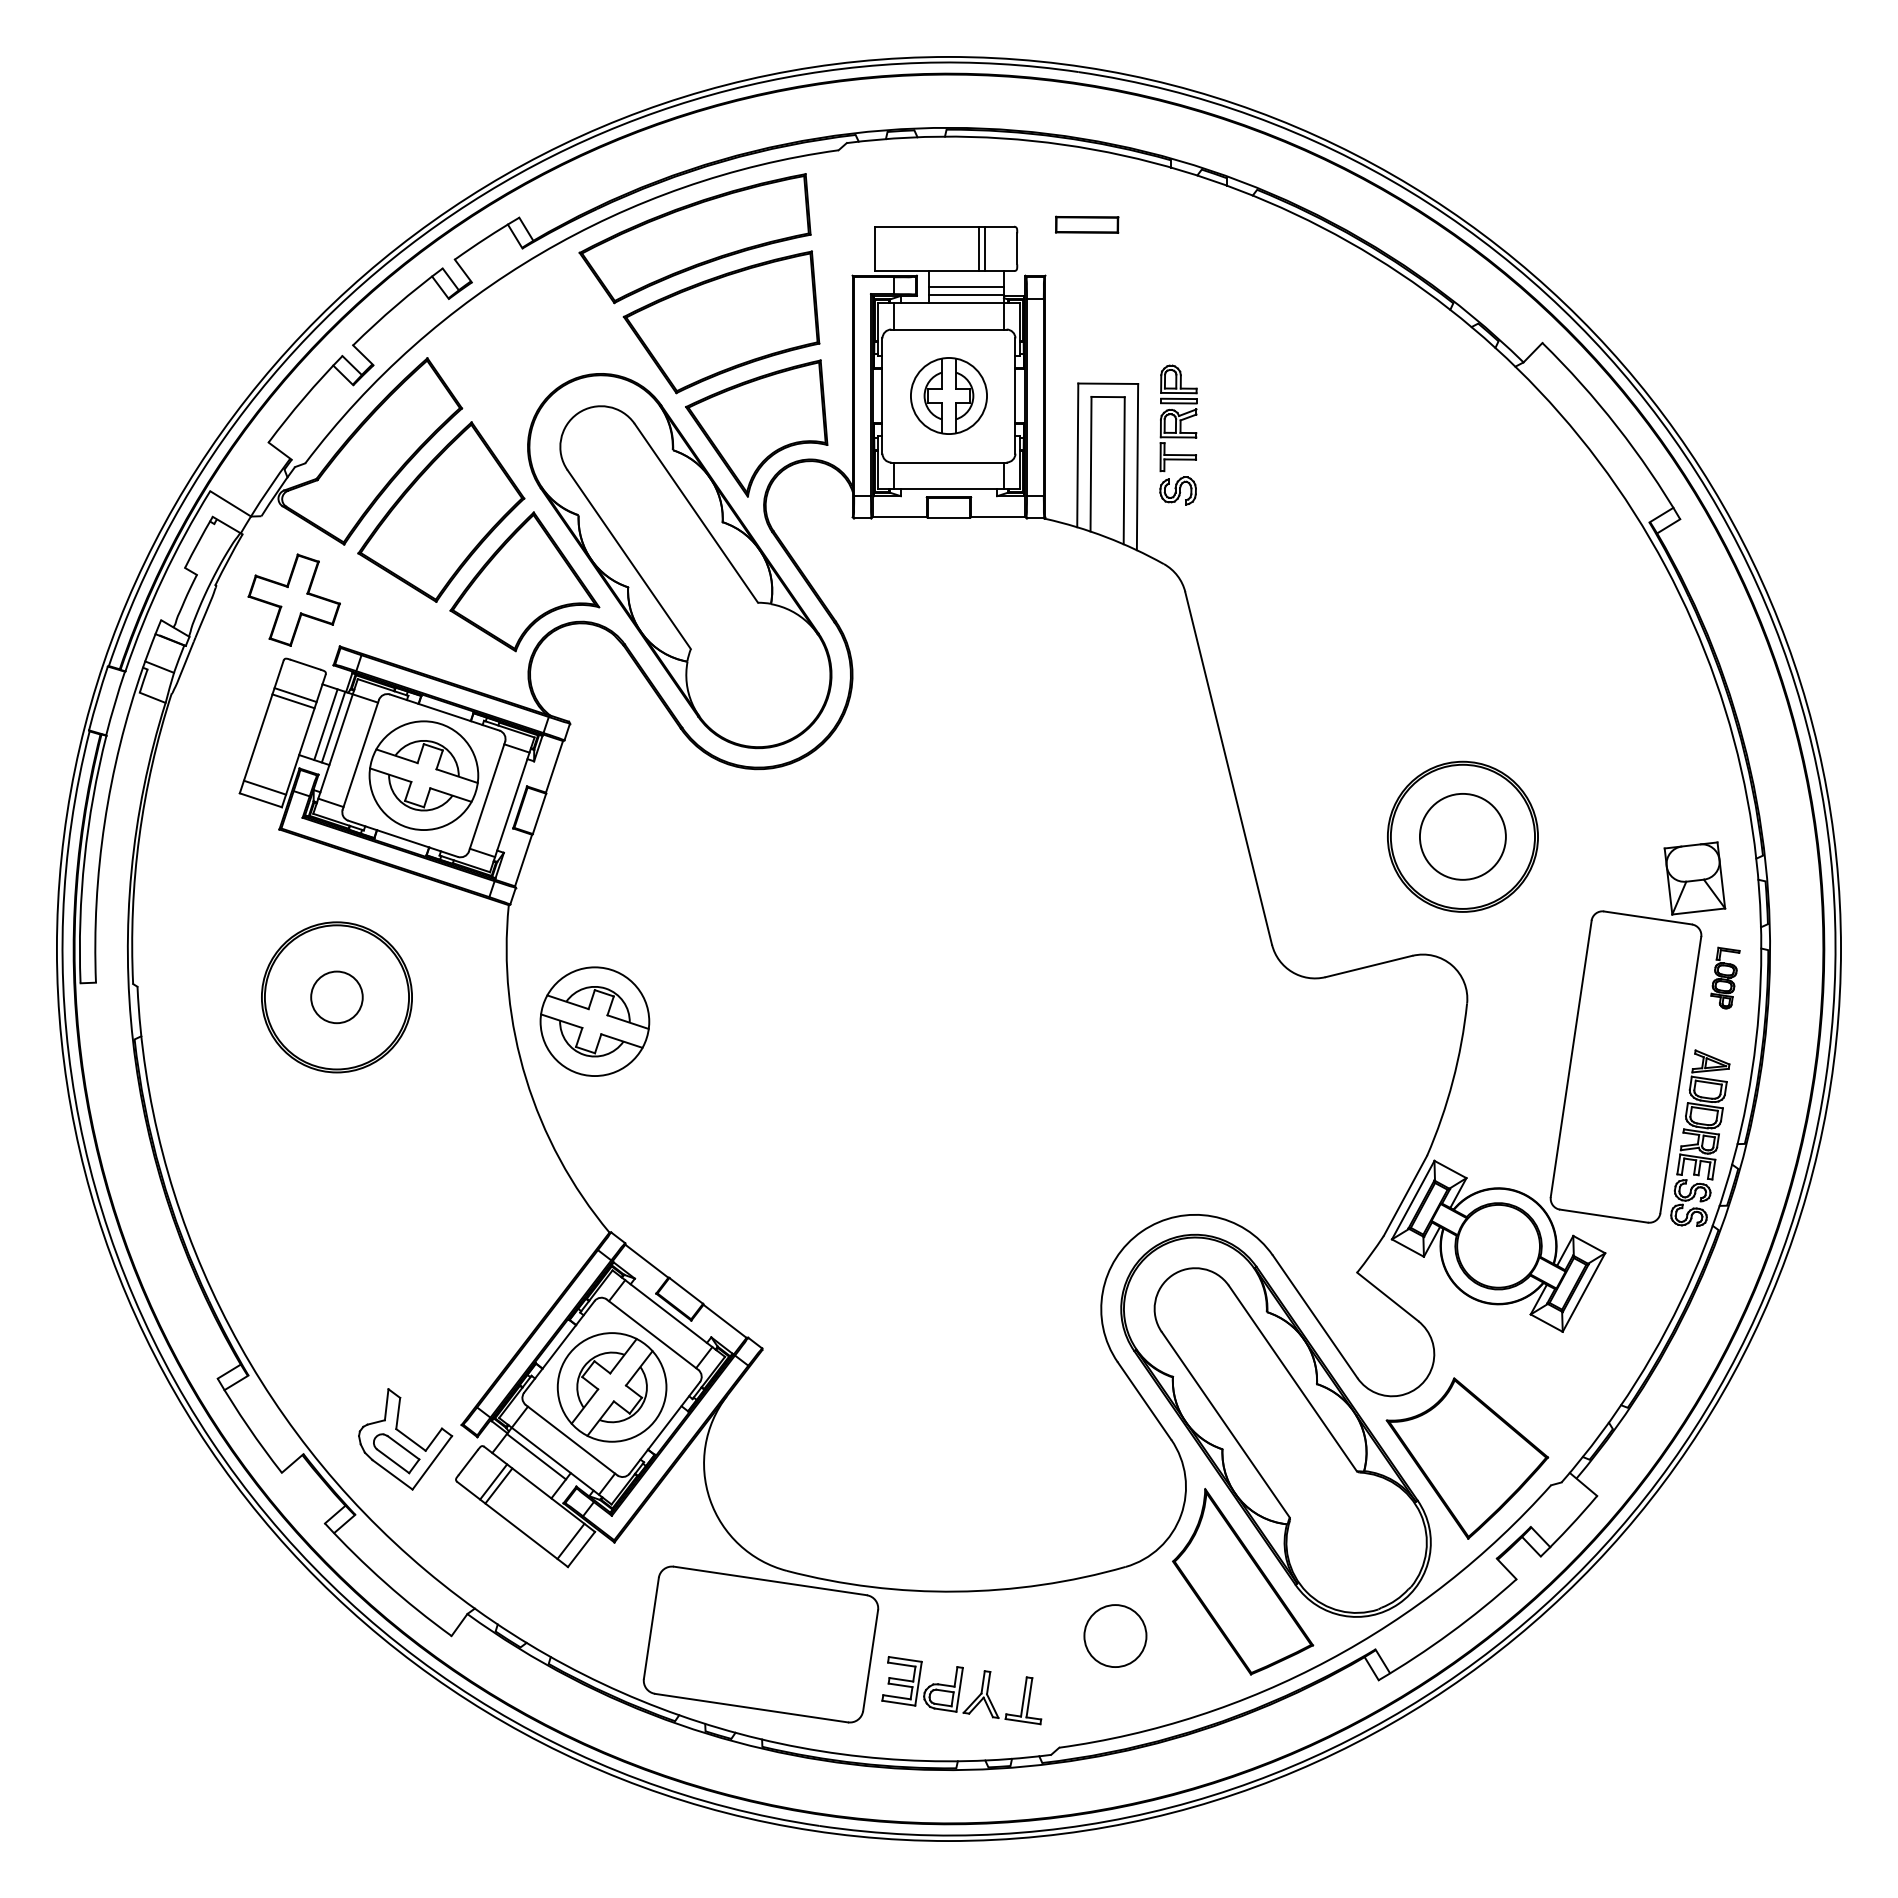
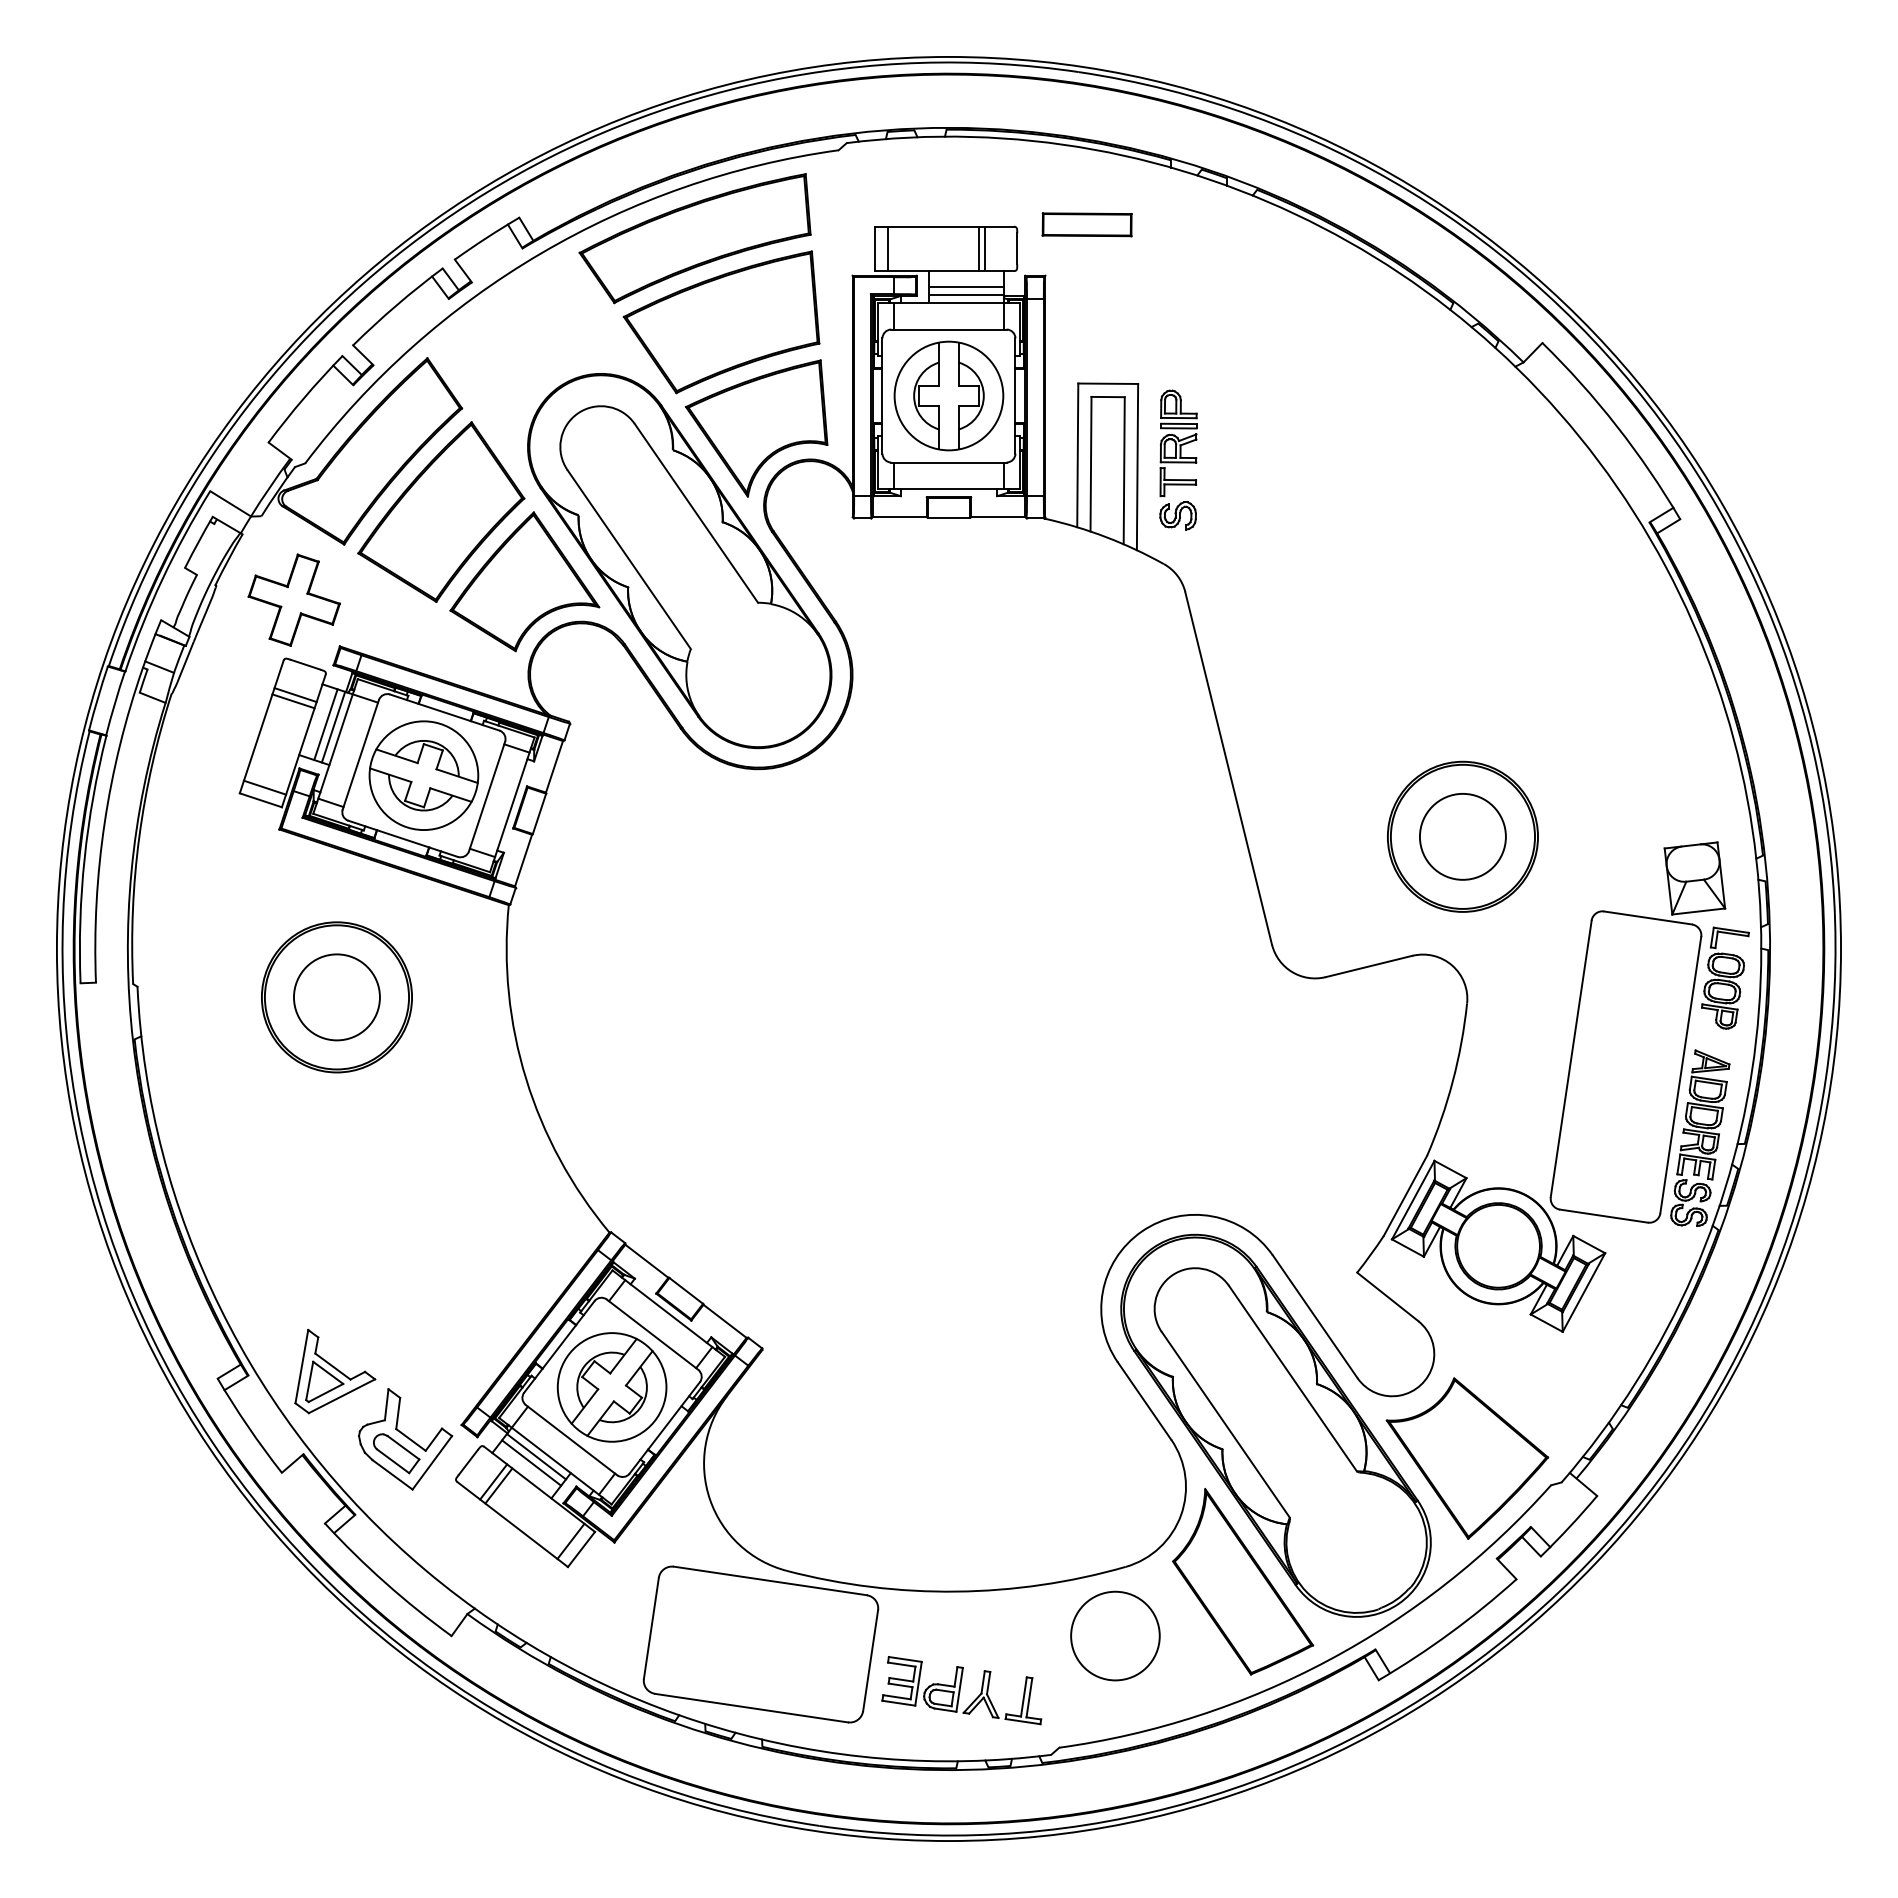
part at (1087, 224) size: 65x19 px -> 92x26 px
line at (887, 248): none -> present
part at (948, 395) size: 78x78 px -> 112x112 px
part at (1178, 434) position: (1178, 434) -> (1178, 459)
part at (1725, 977) size: 31x64 px -> 49x104 px
circle at (336, 997) diameter: 52 px -> 86 px
part at (594, 1021): present -> none
part at (335, 1371): none -> present
line at (531, 1462): none -> present
circle at (1115, 1636) diameter: 62 px -> 89 px
